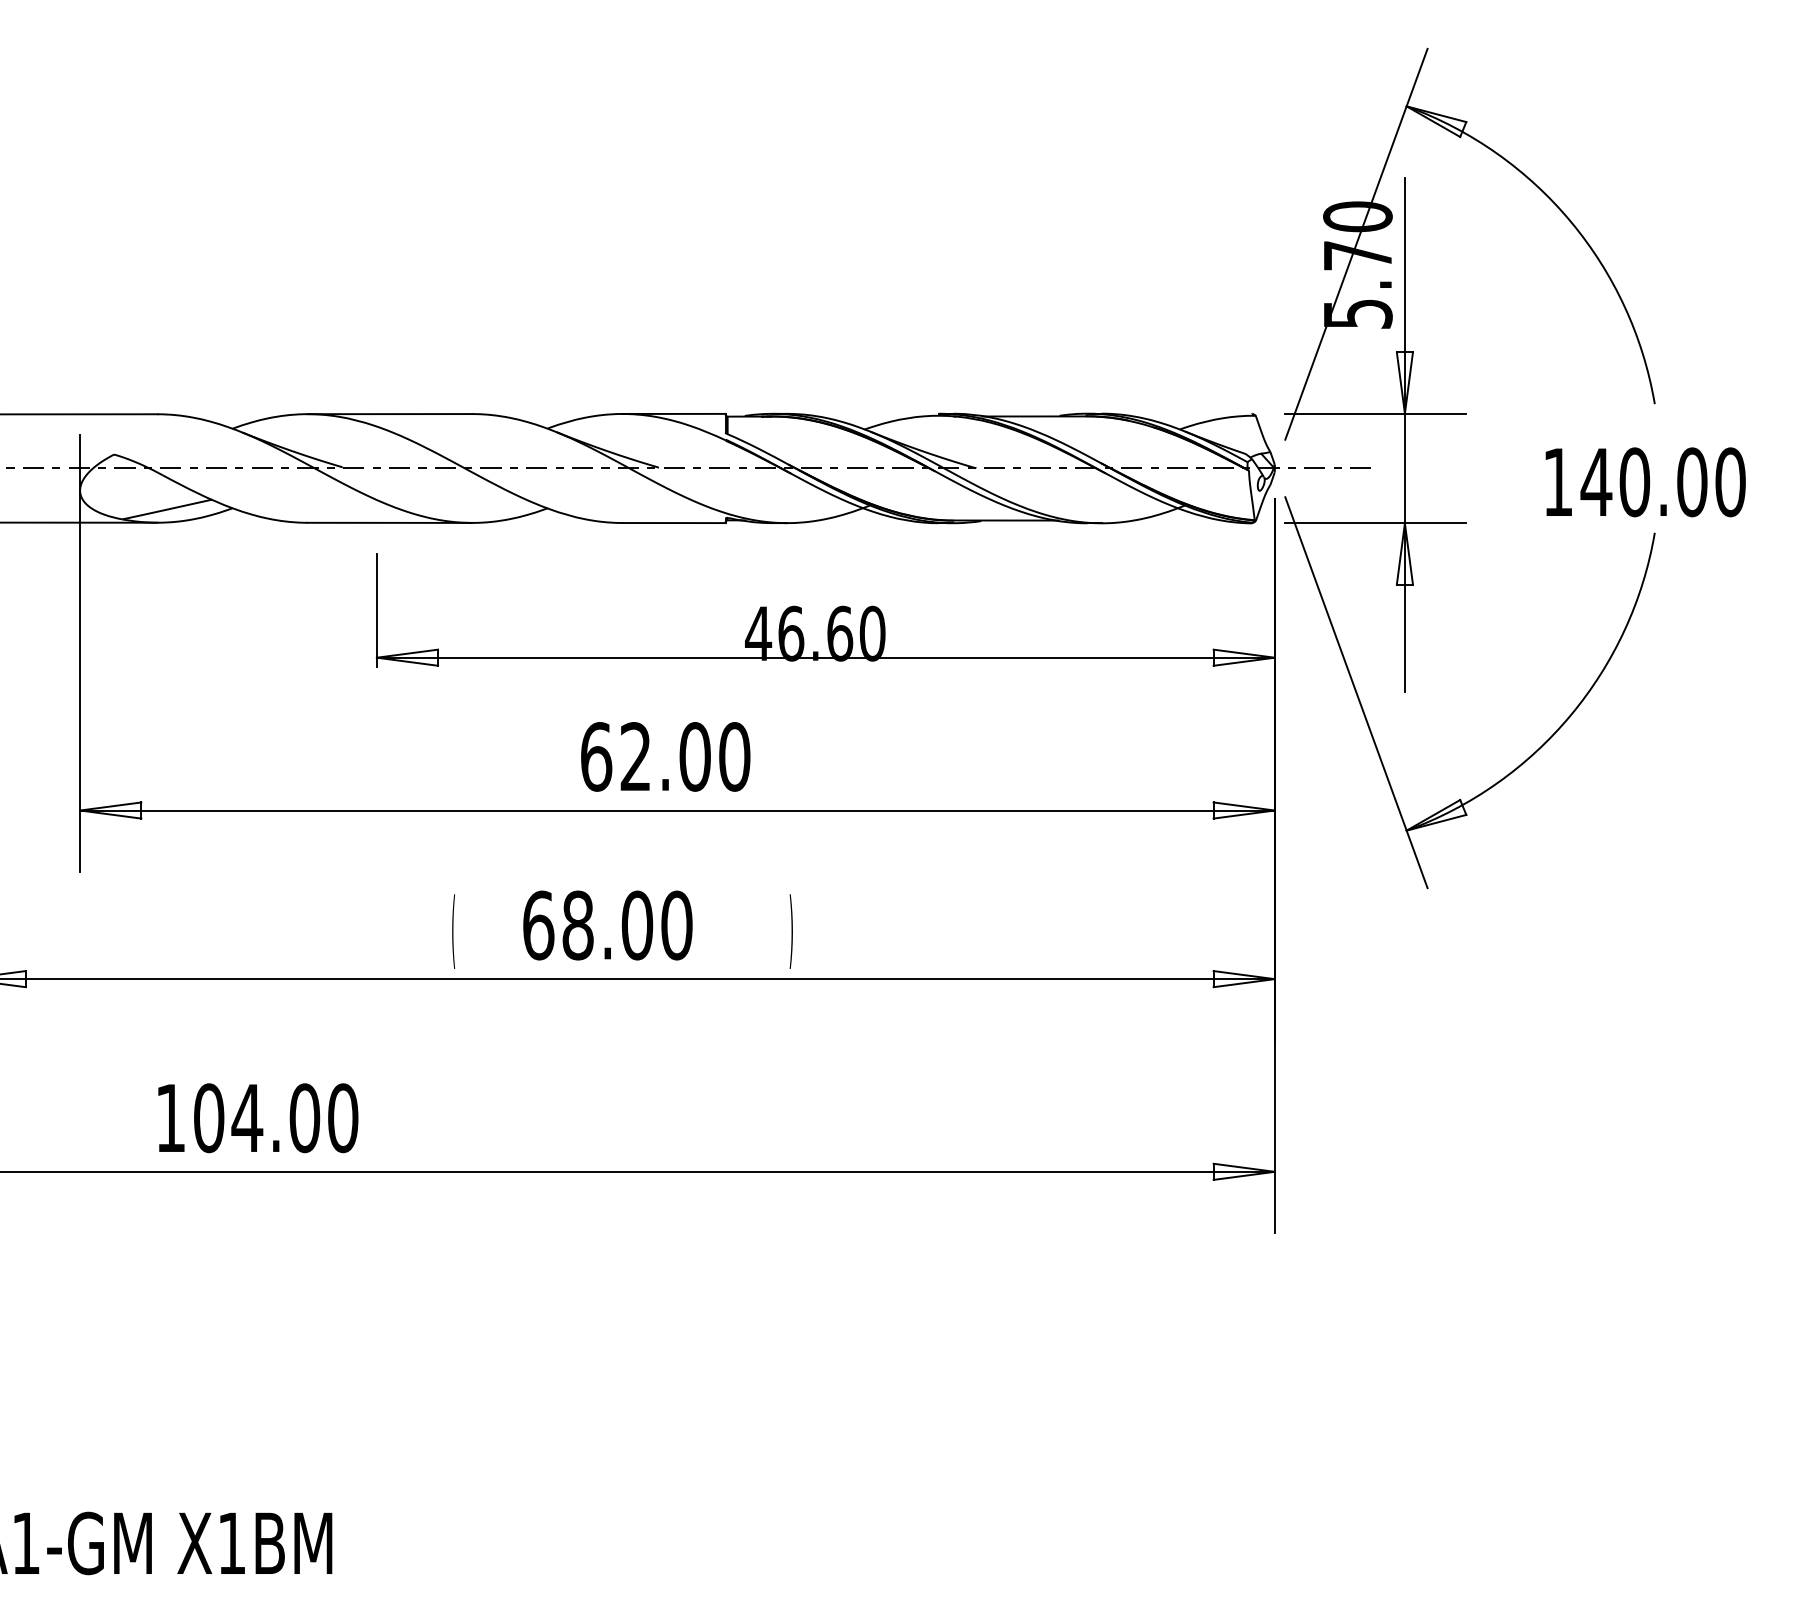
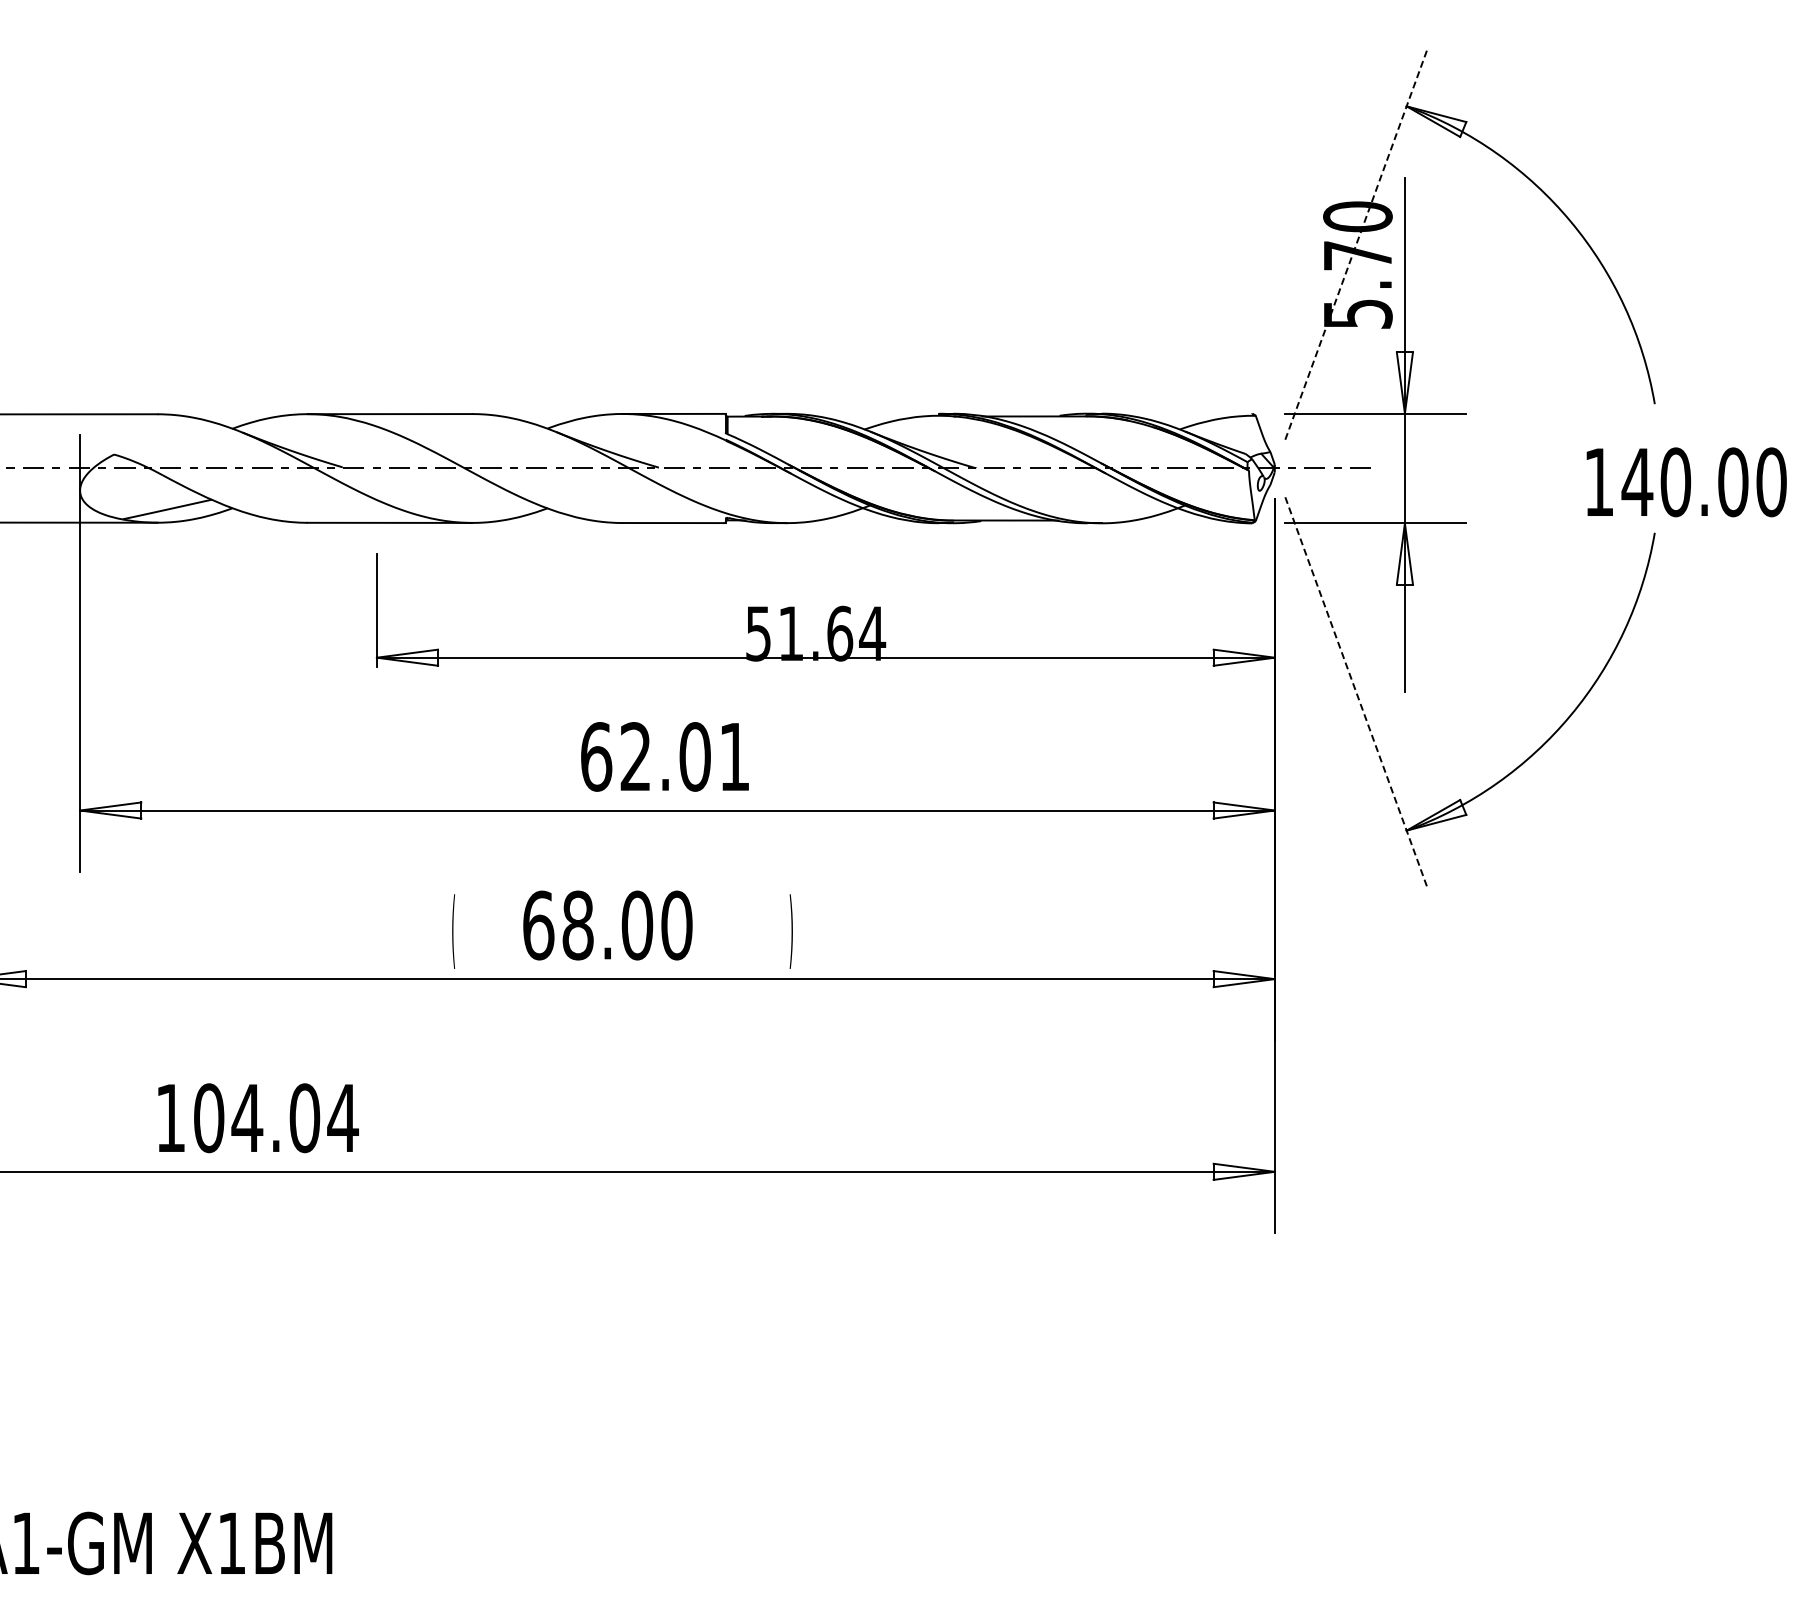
line at (1356, 244): solid -> dashed
text at (1645, 482) position: (1645, 482) -> (1686, 482)
text at (815, 633): 46.60 -> 51.64
line at (1356, 692): solid -> dashed
text at (734, 756): 62.00 -> 62.01
text at (342, 1118): 104.00 -> 104.04
